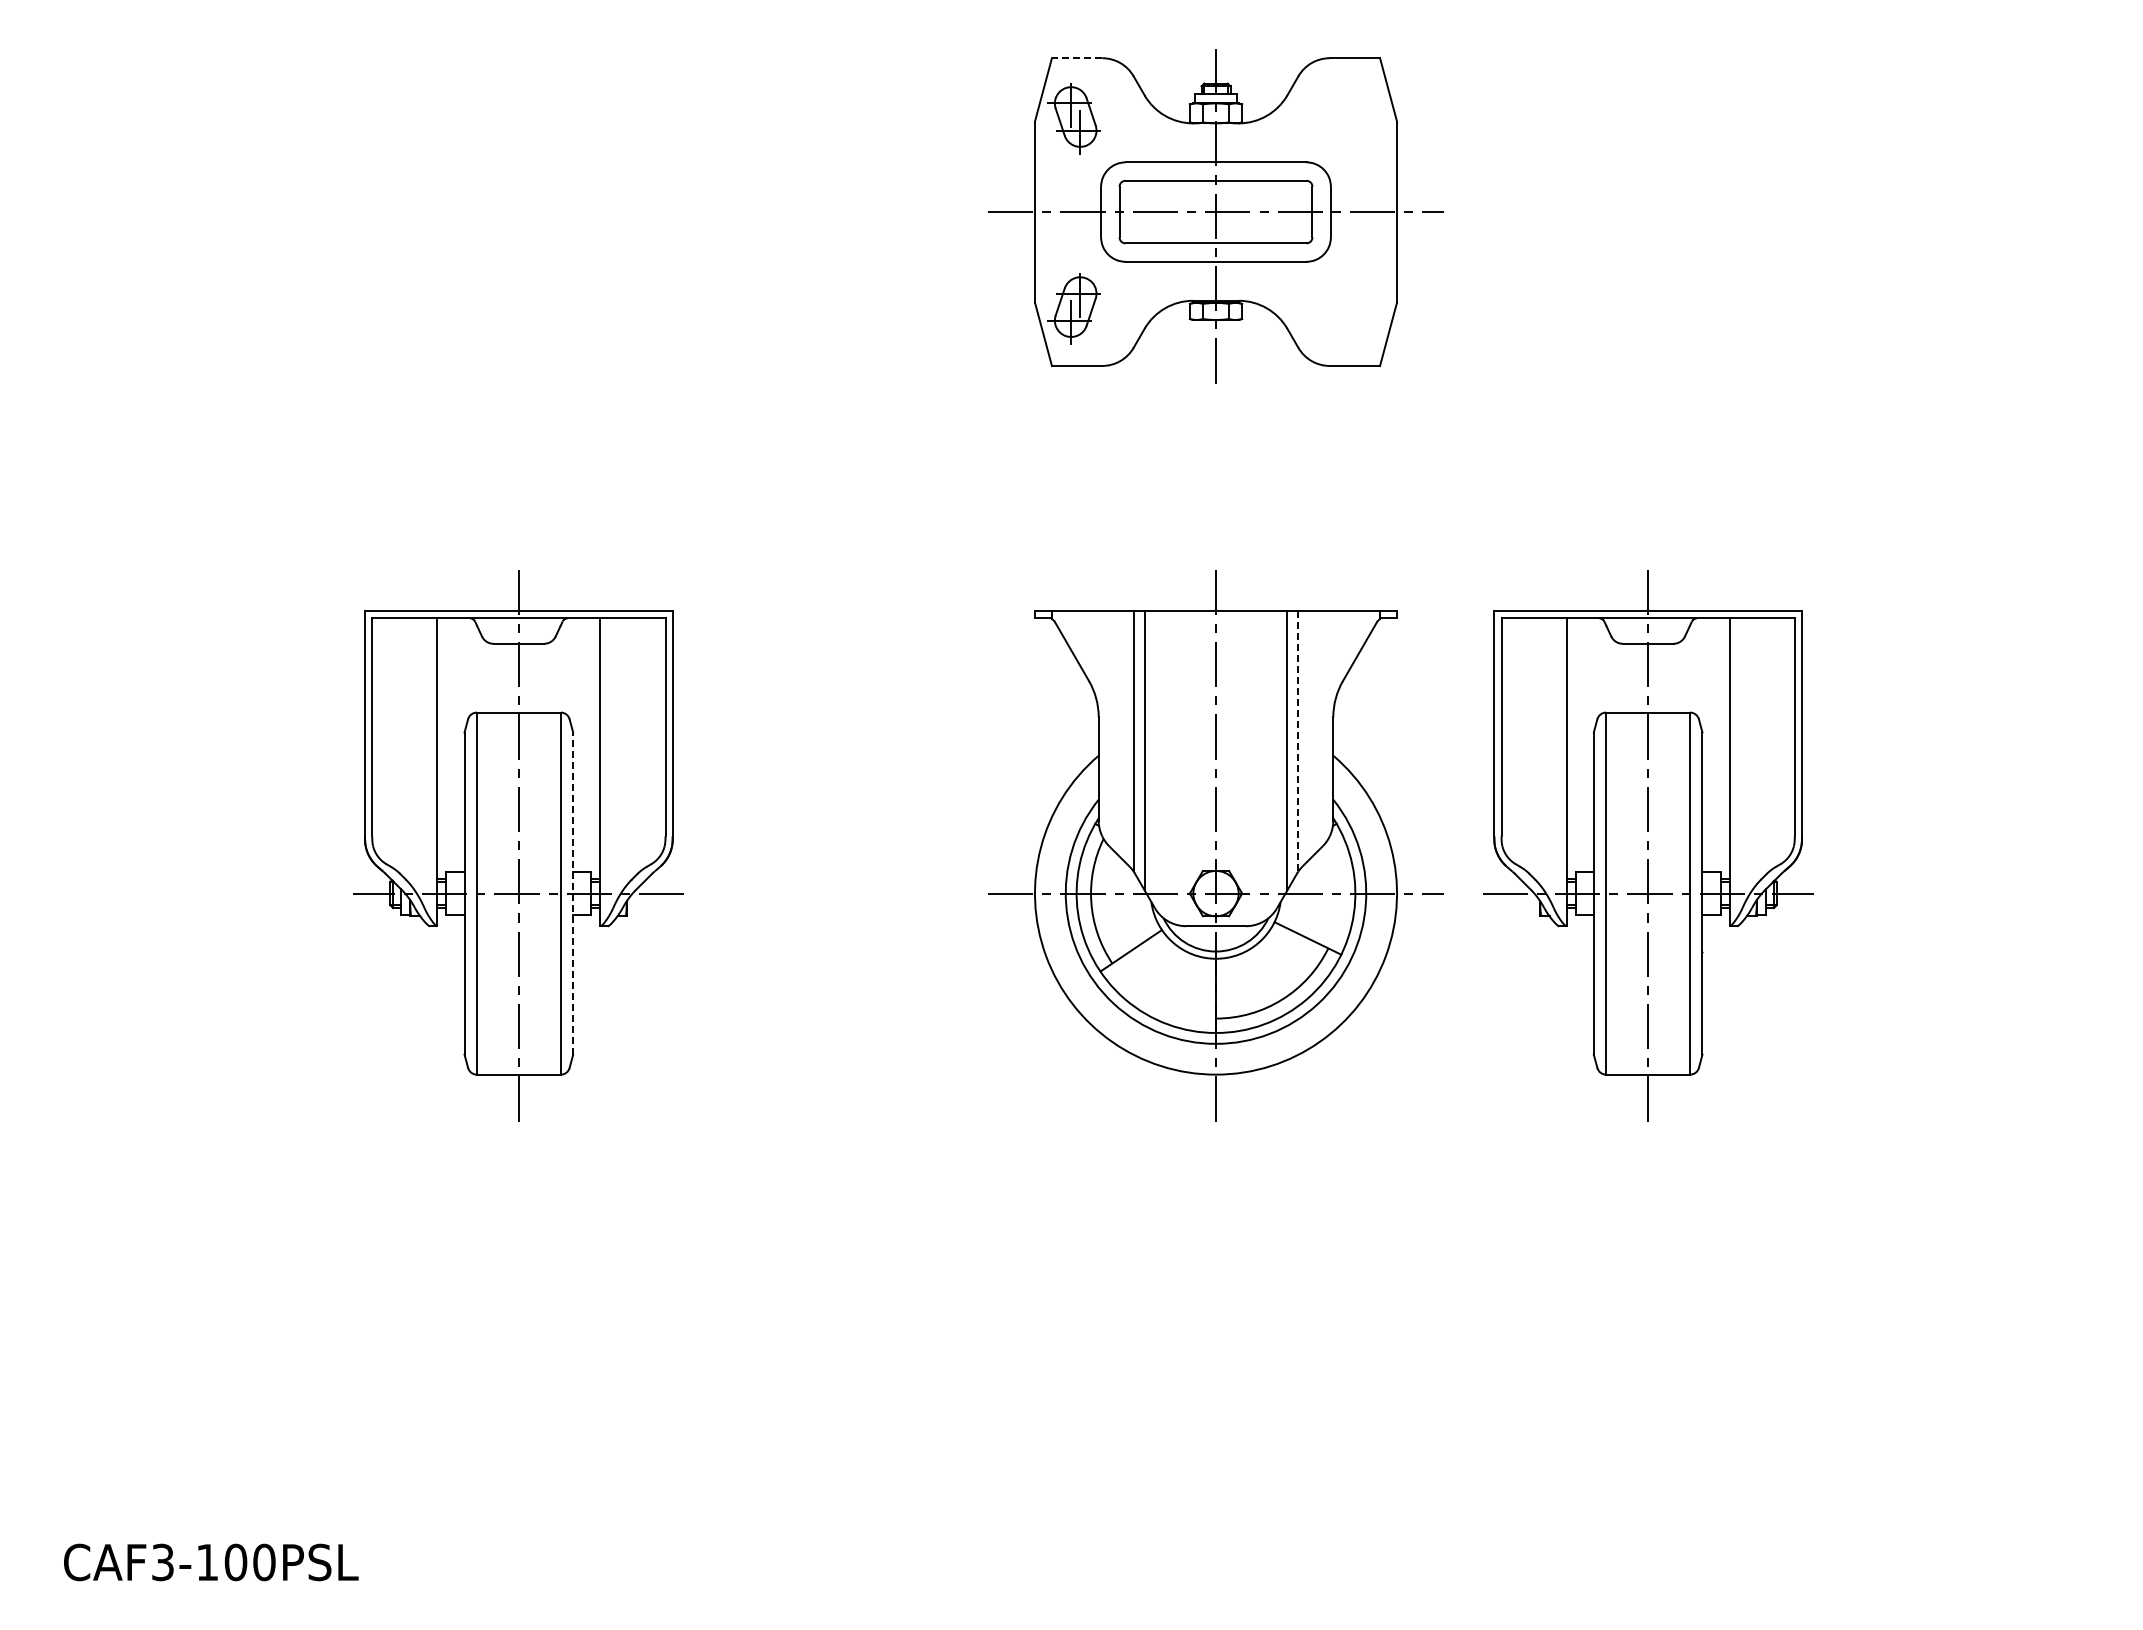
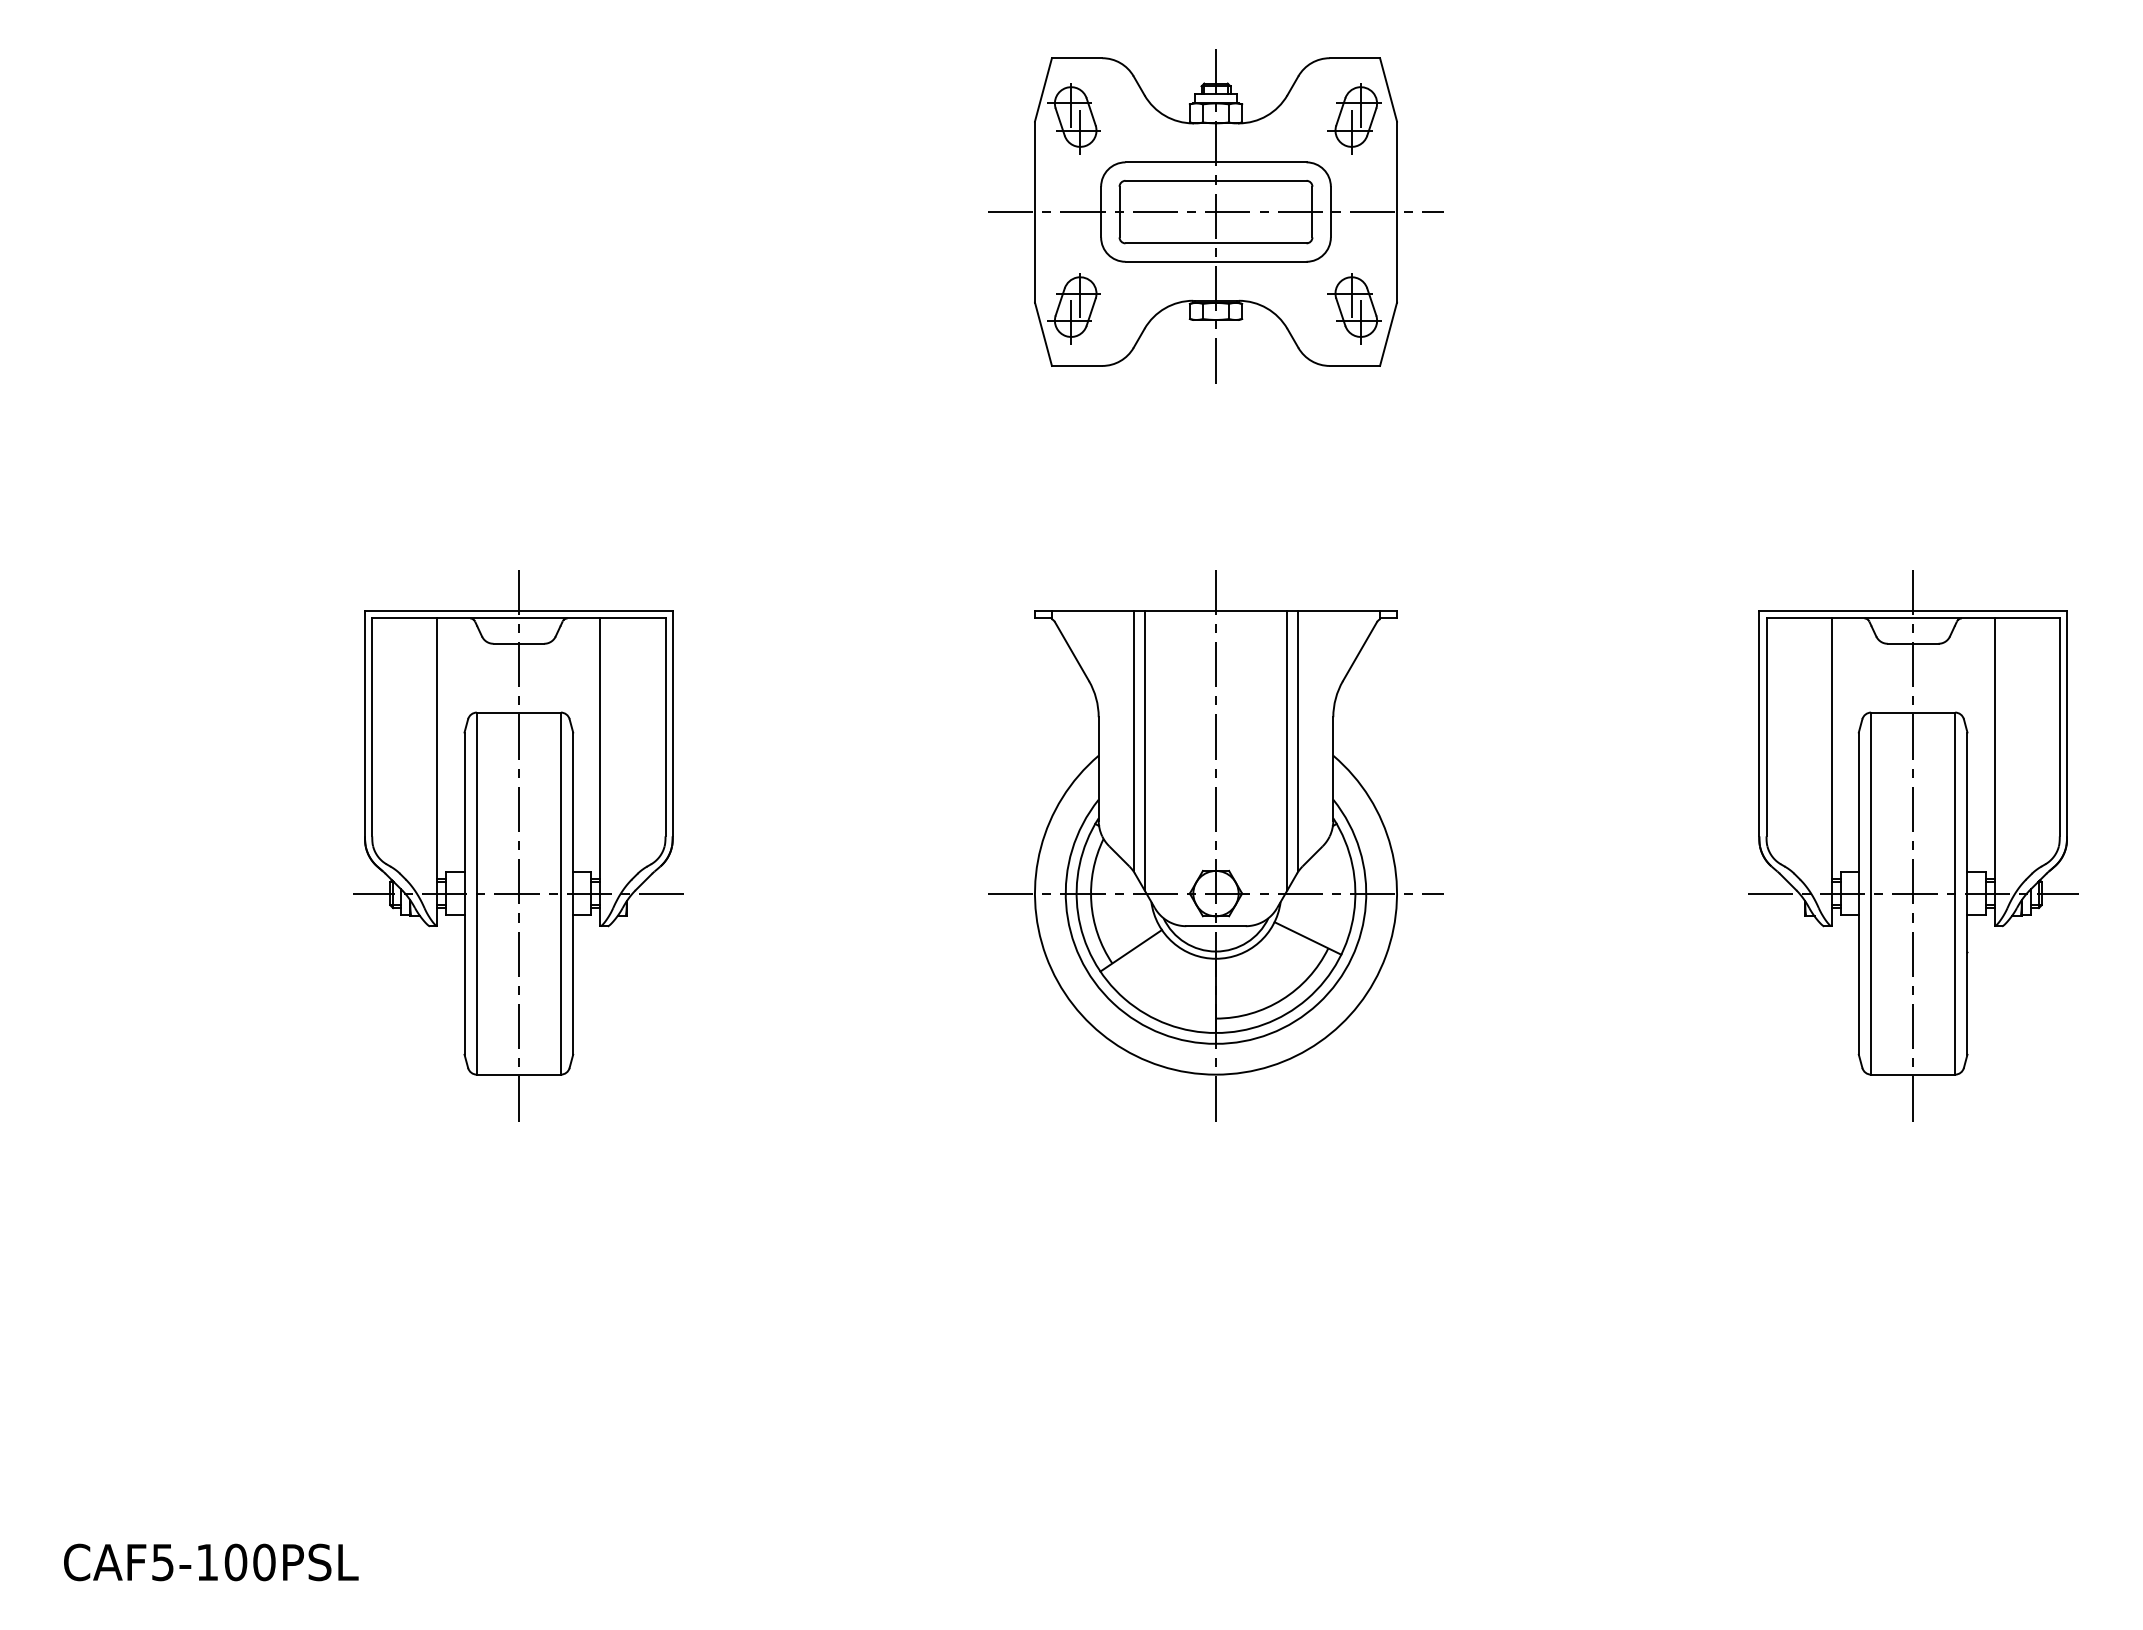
line at (1076, 58): dashed -> solid
part at (1354, 118): none -> present
part at (1354, 308): none -> present
line at (1298, 741): dashed -> solid
part at (1648, 845) position: (1648, 845) -> (1913, 845)
line at (573, 893): dashed -> solid
text at (162, 1561): CAF3-100PSL -> CAF5-100PSL
